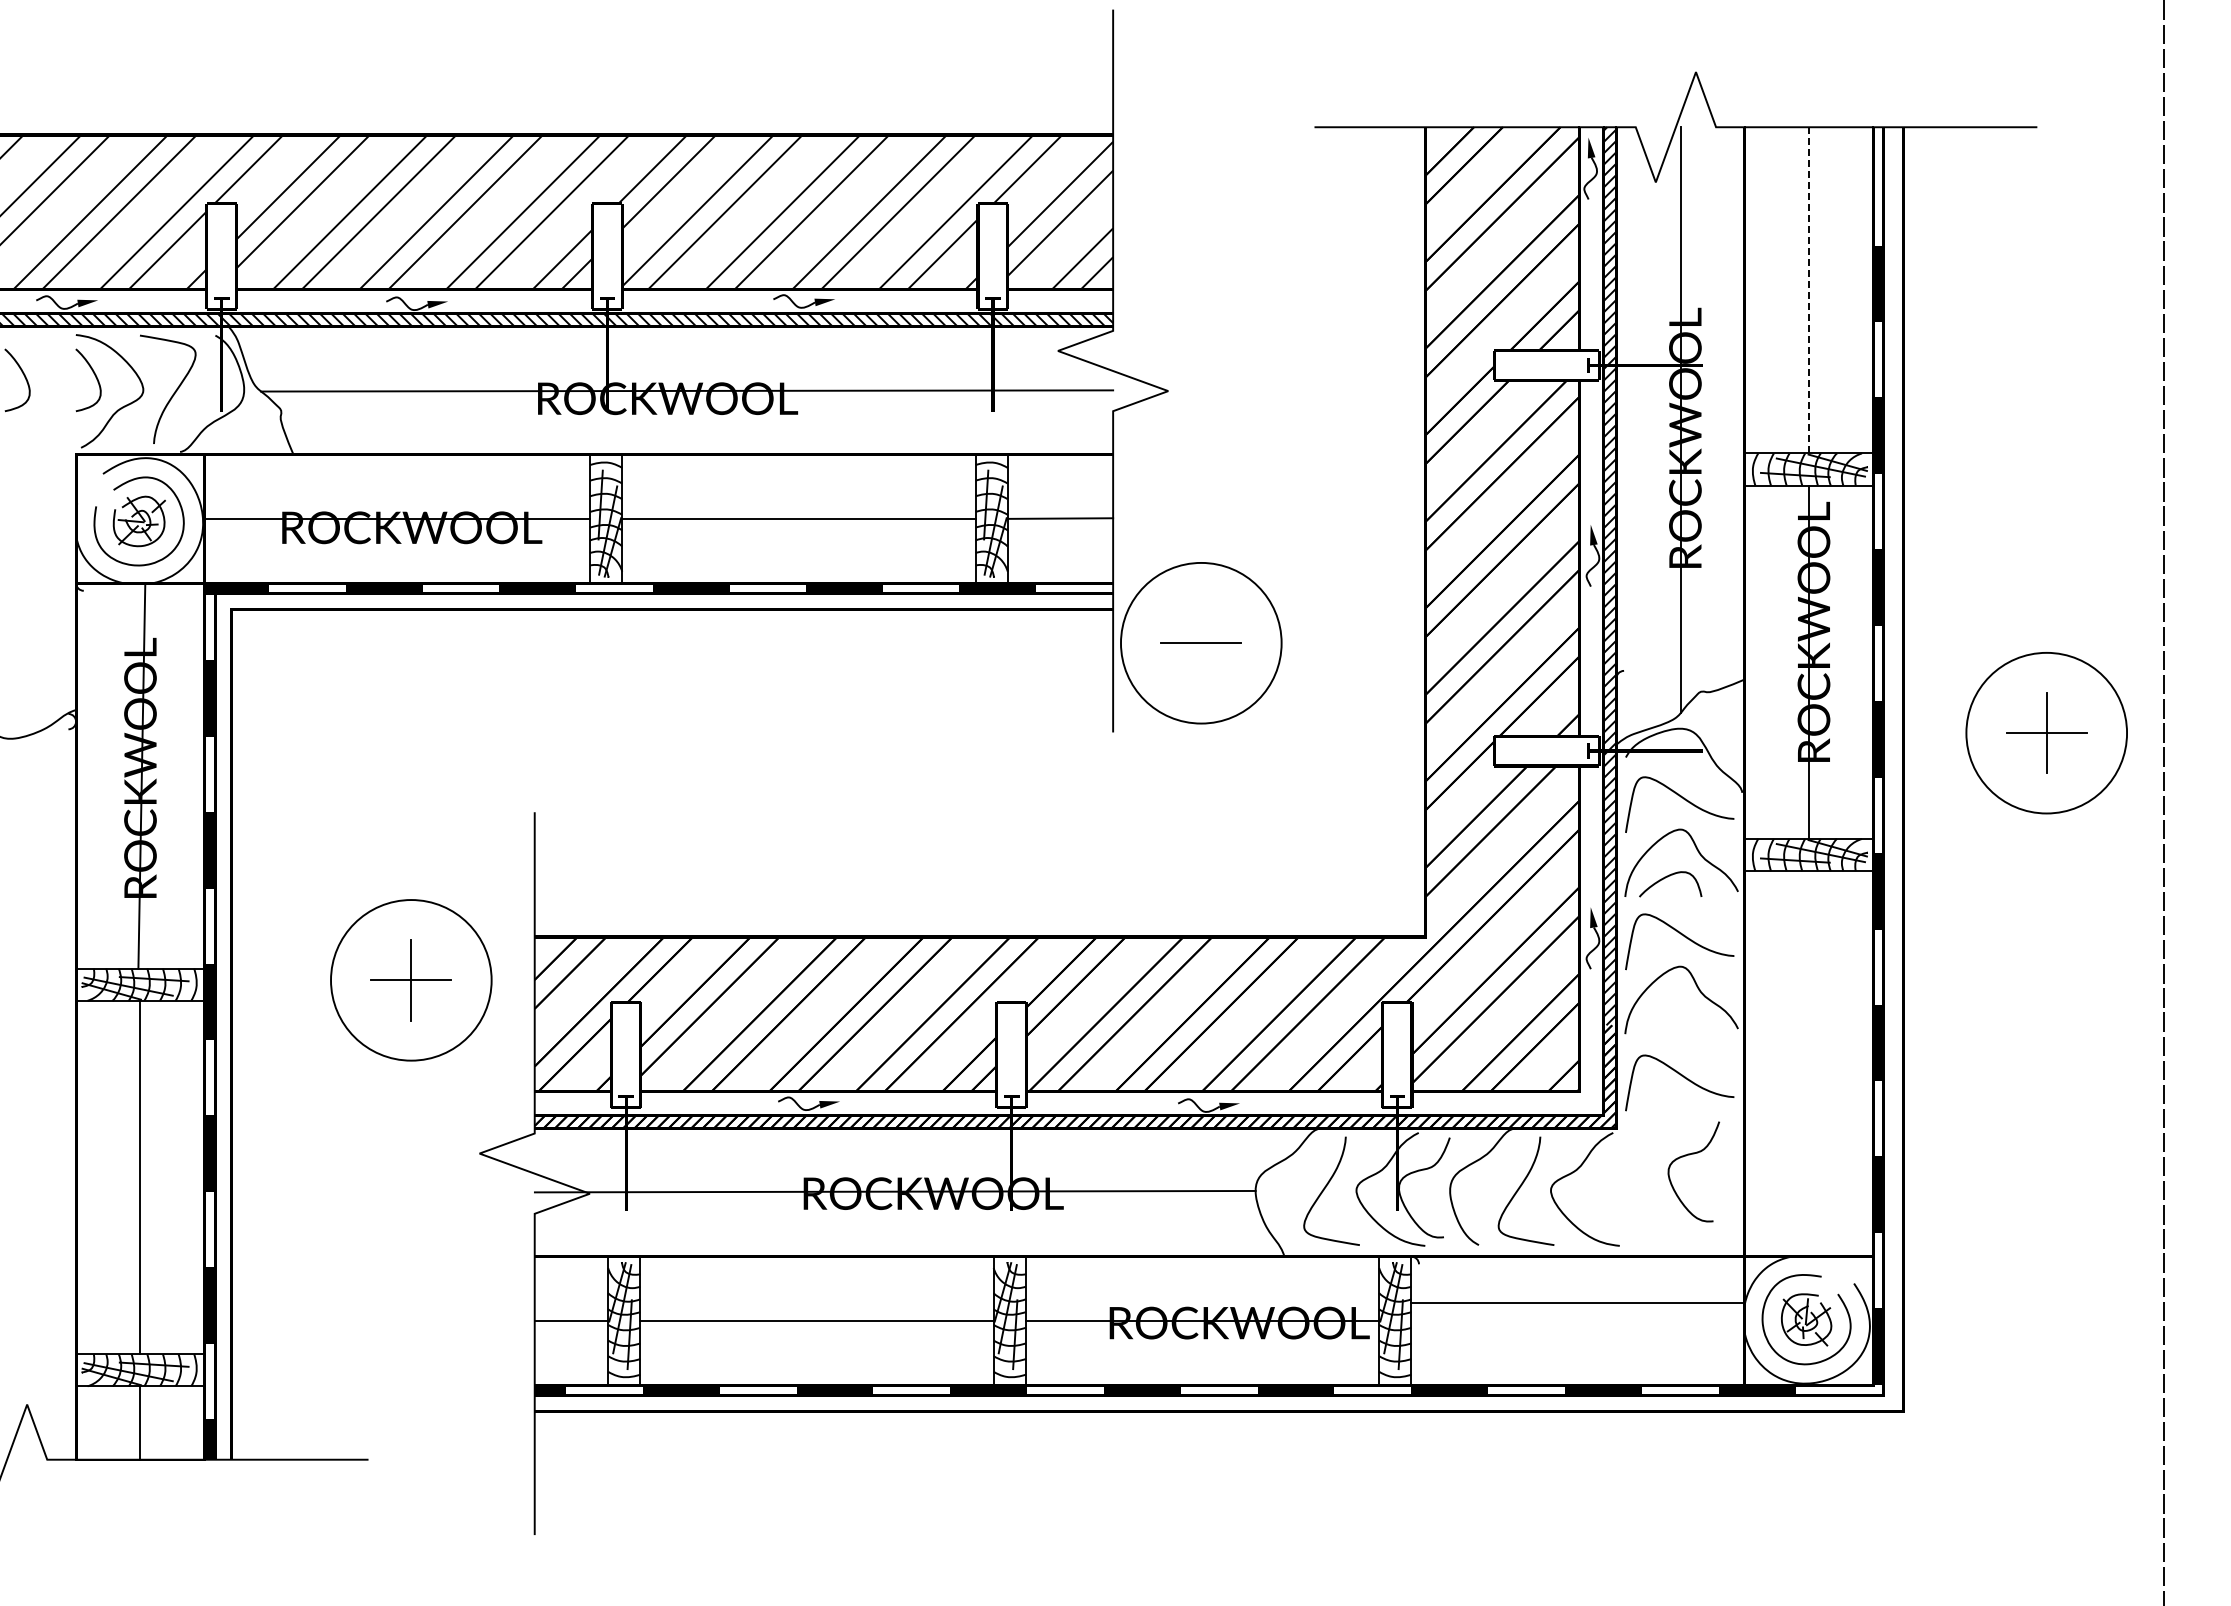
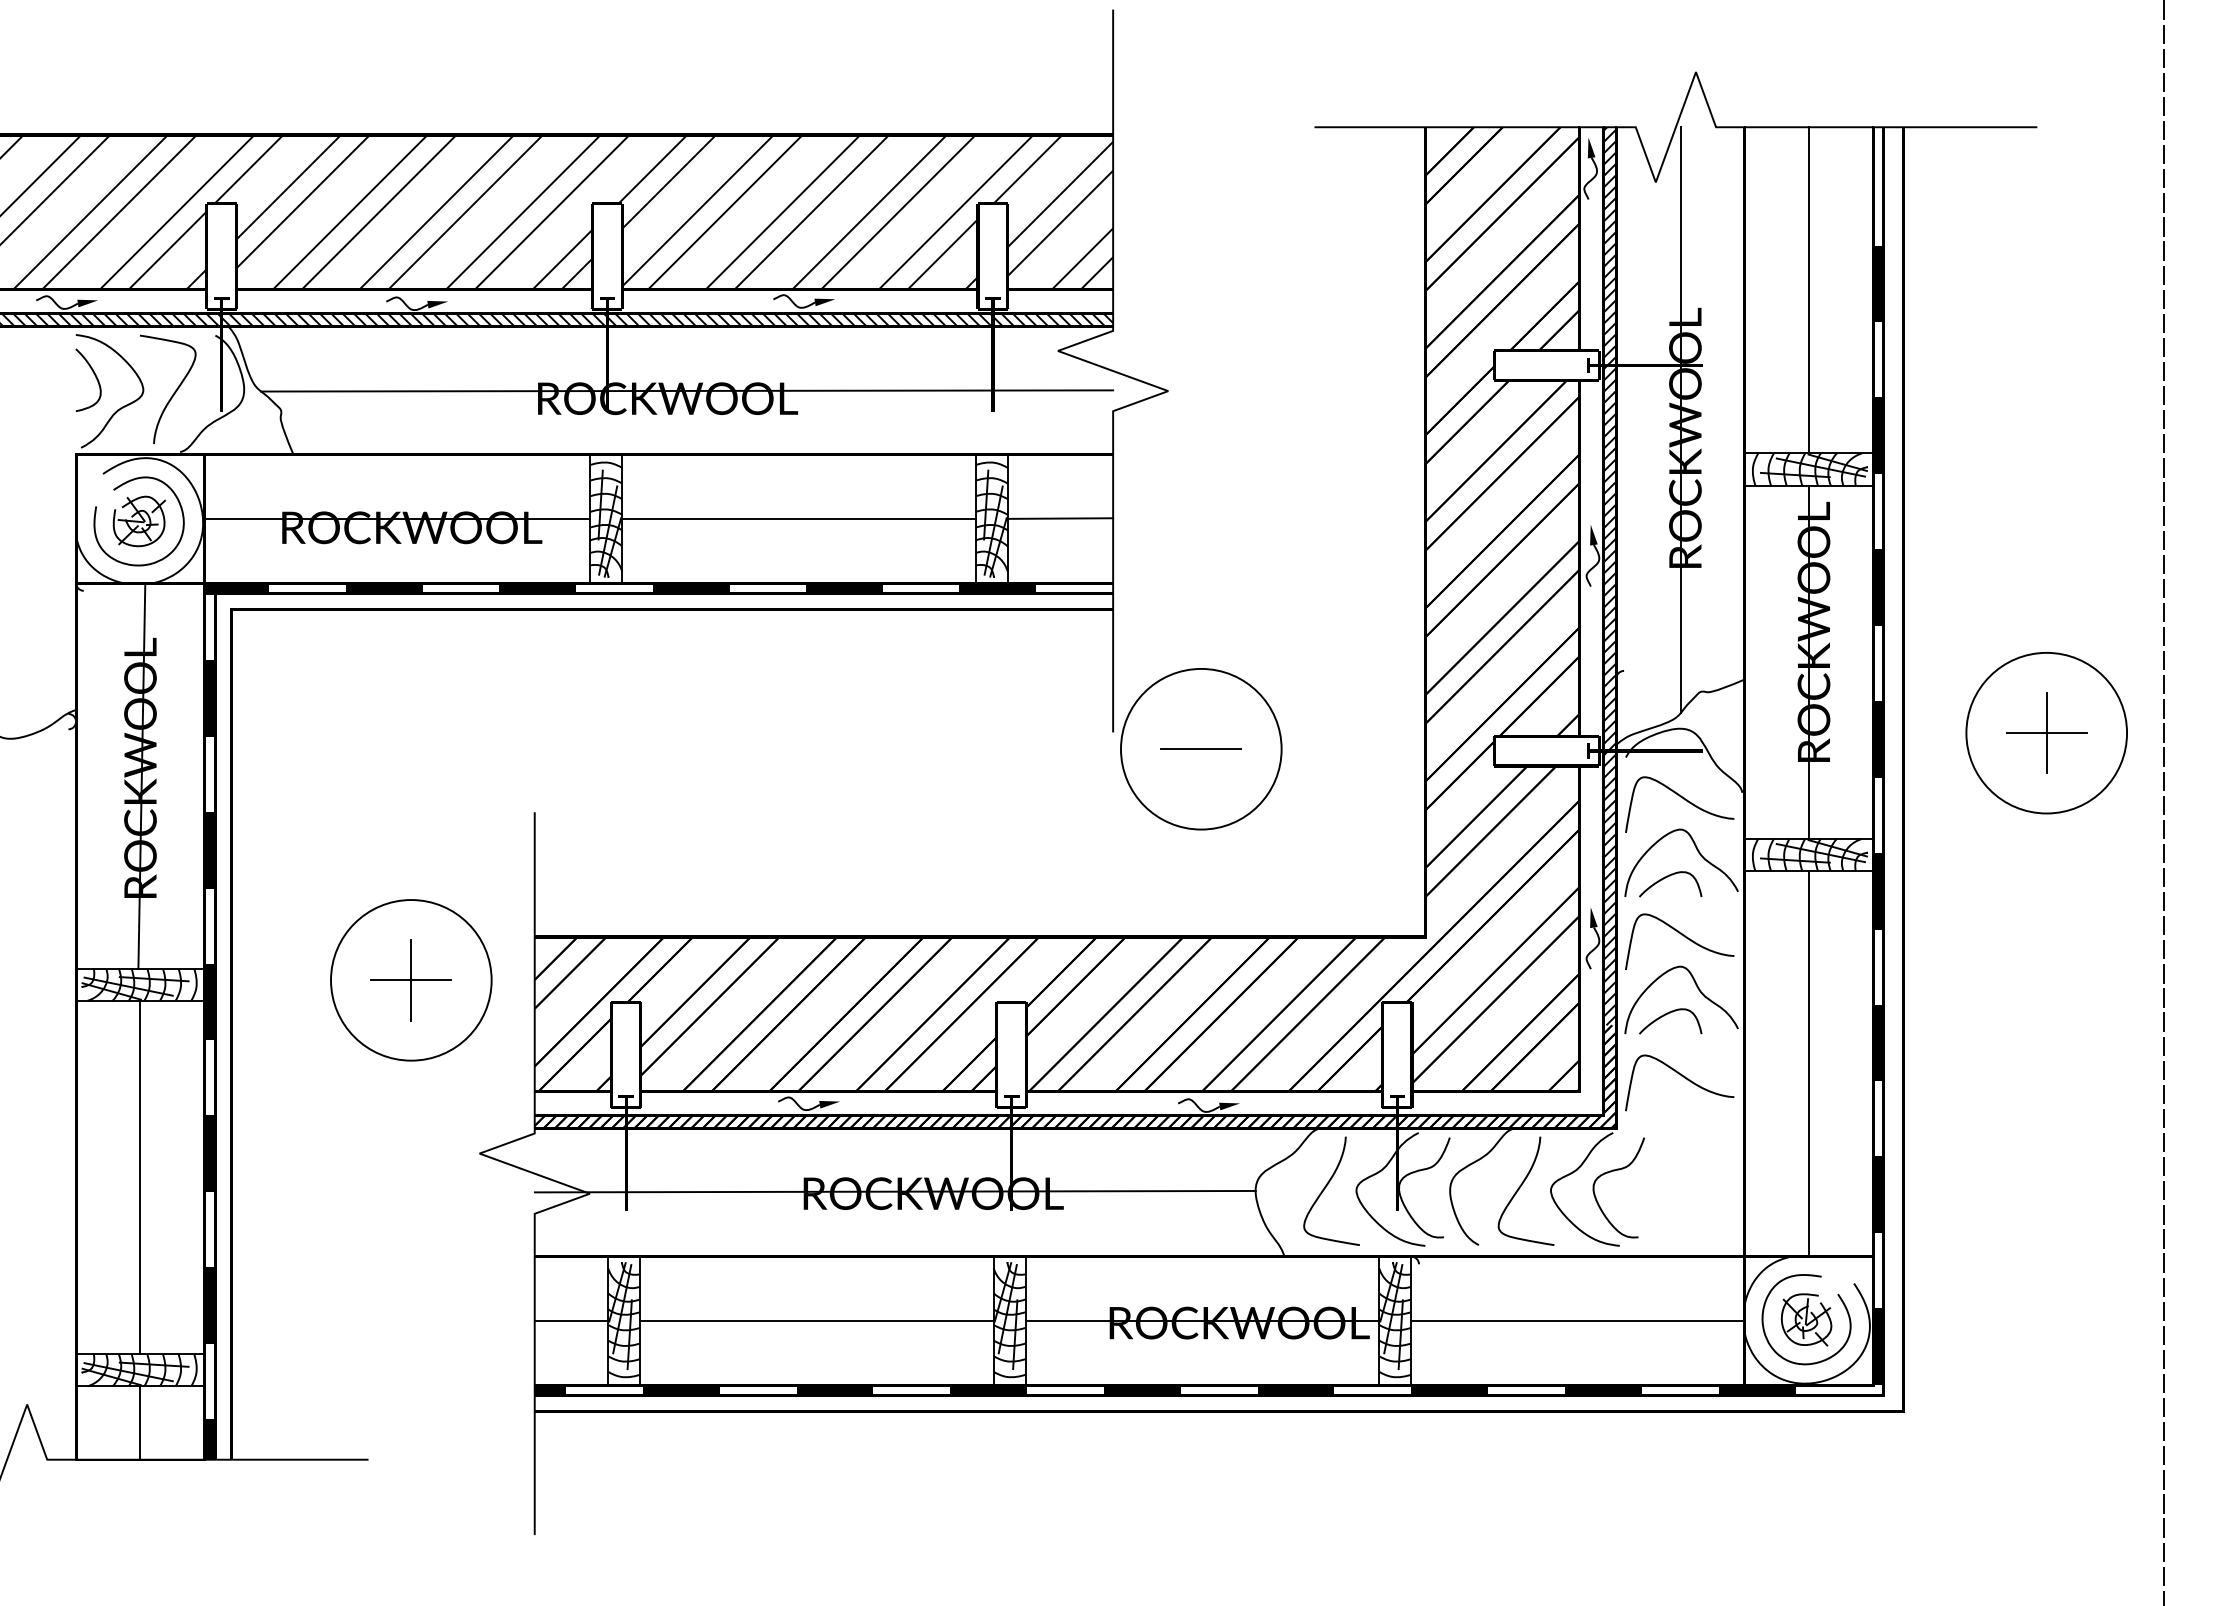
line at (1809, 289): dashed -> solid
curve at (24, 377): present -> none
part at (1201, 643) position: (1201, 643) -> (1201, 749)
curve at (1666, 1015): none -> present
line at (1809, 1063): none -> present
curve at (1689, 1155) position: (1689, 1155) -> (1614, 1171)
line at (1577, 1302) position: (1577, 1302) -> (1577, 1320)
